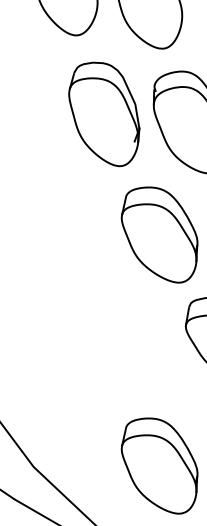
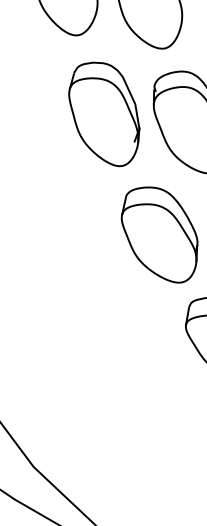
part at (159, 465): present -> none
